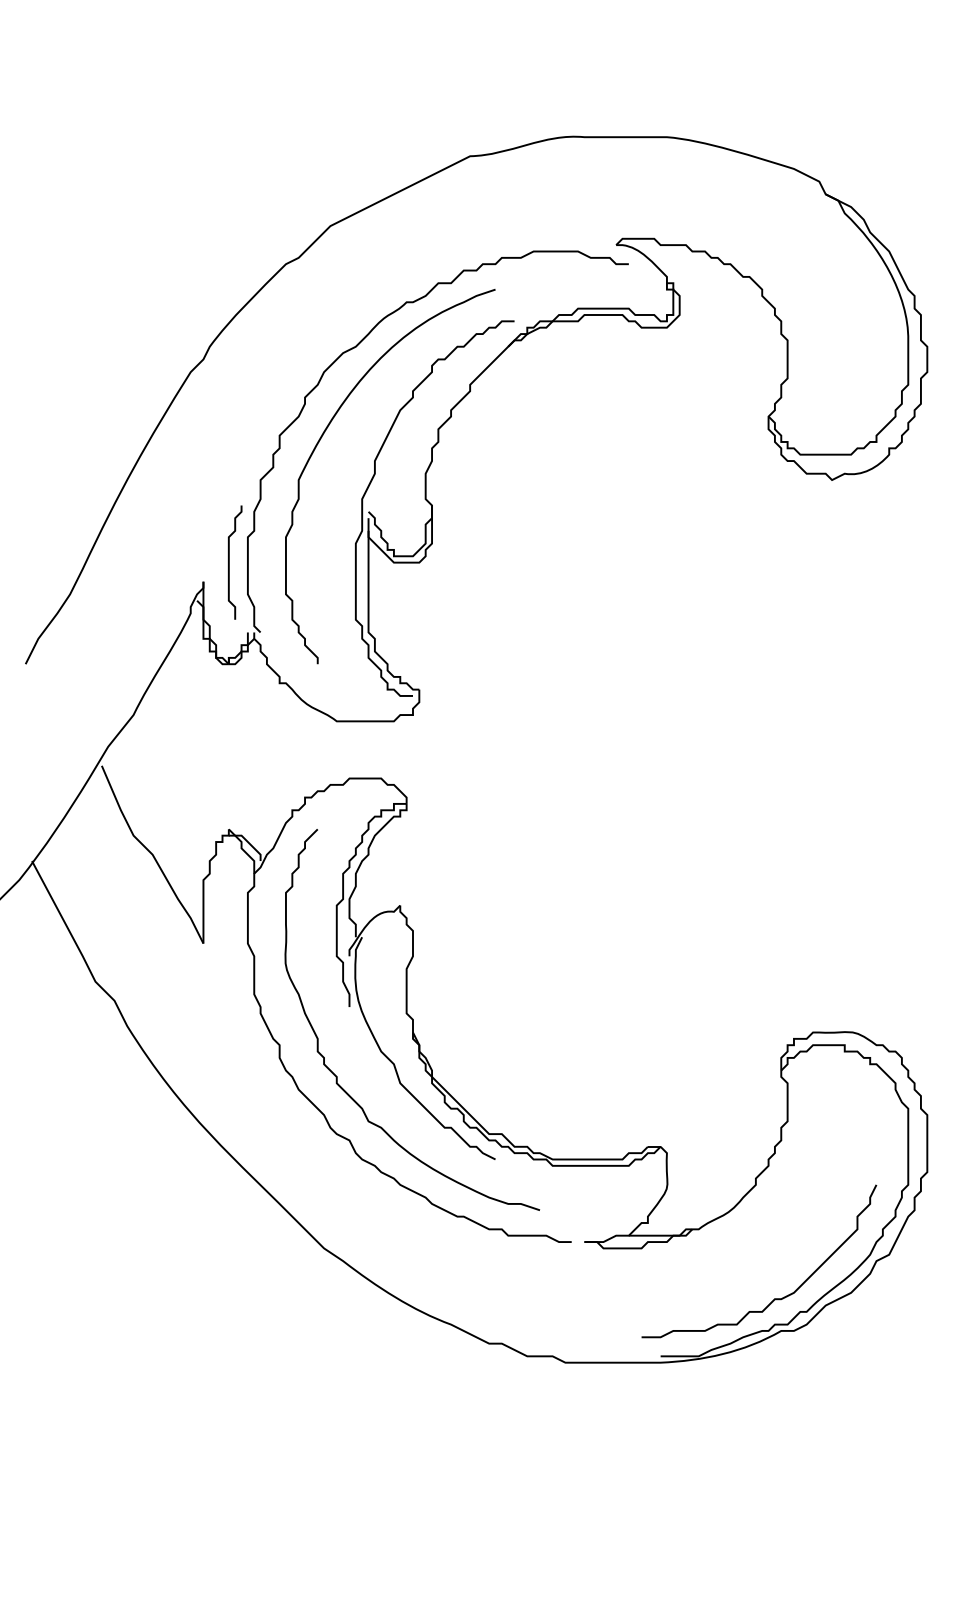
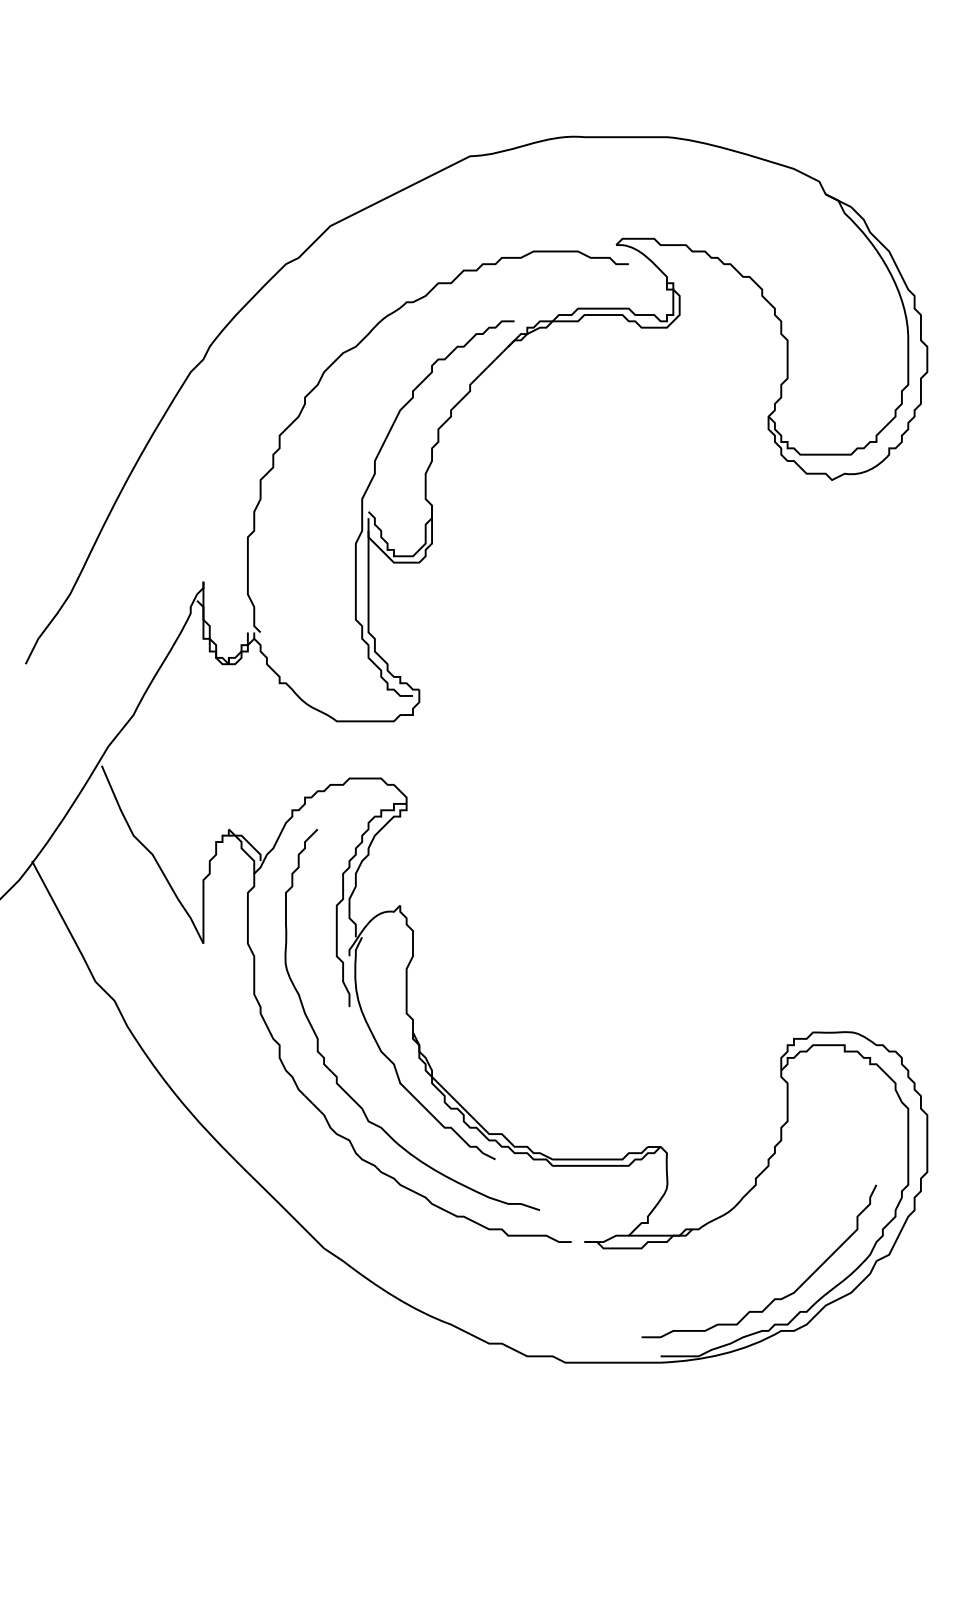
curve at (322, 437): present -> none
curve at (229, 562): present -> none
